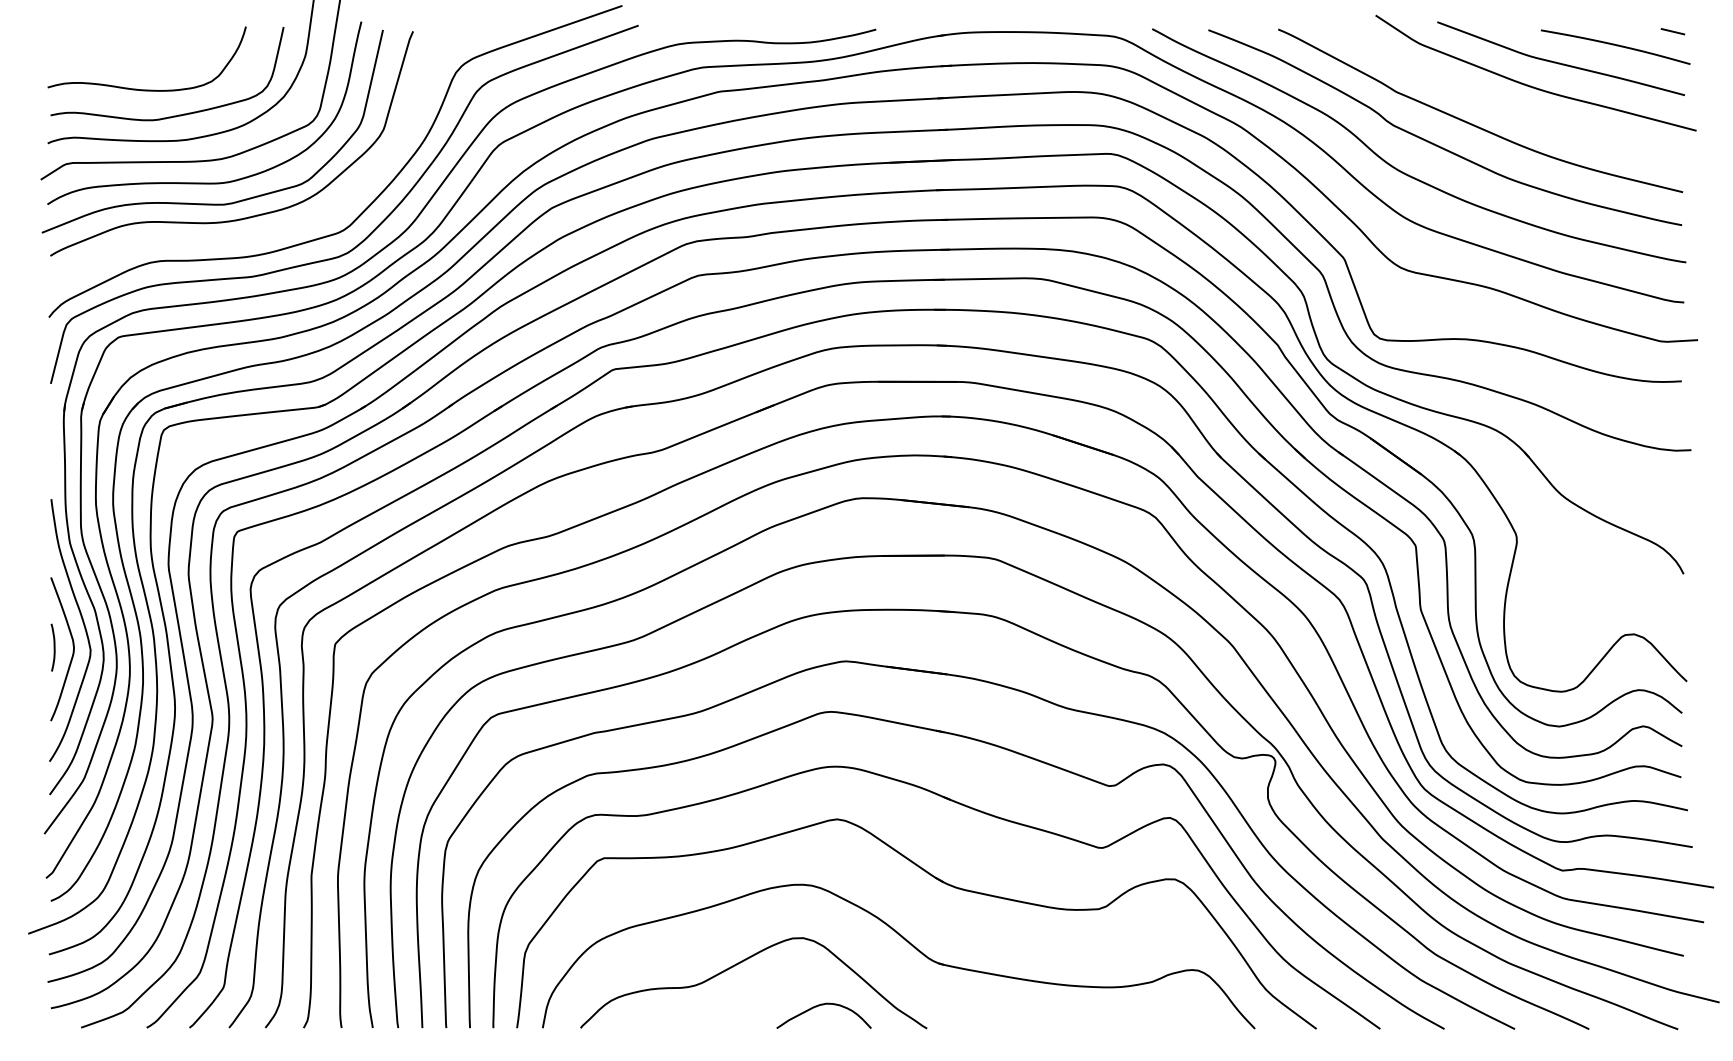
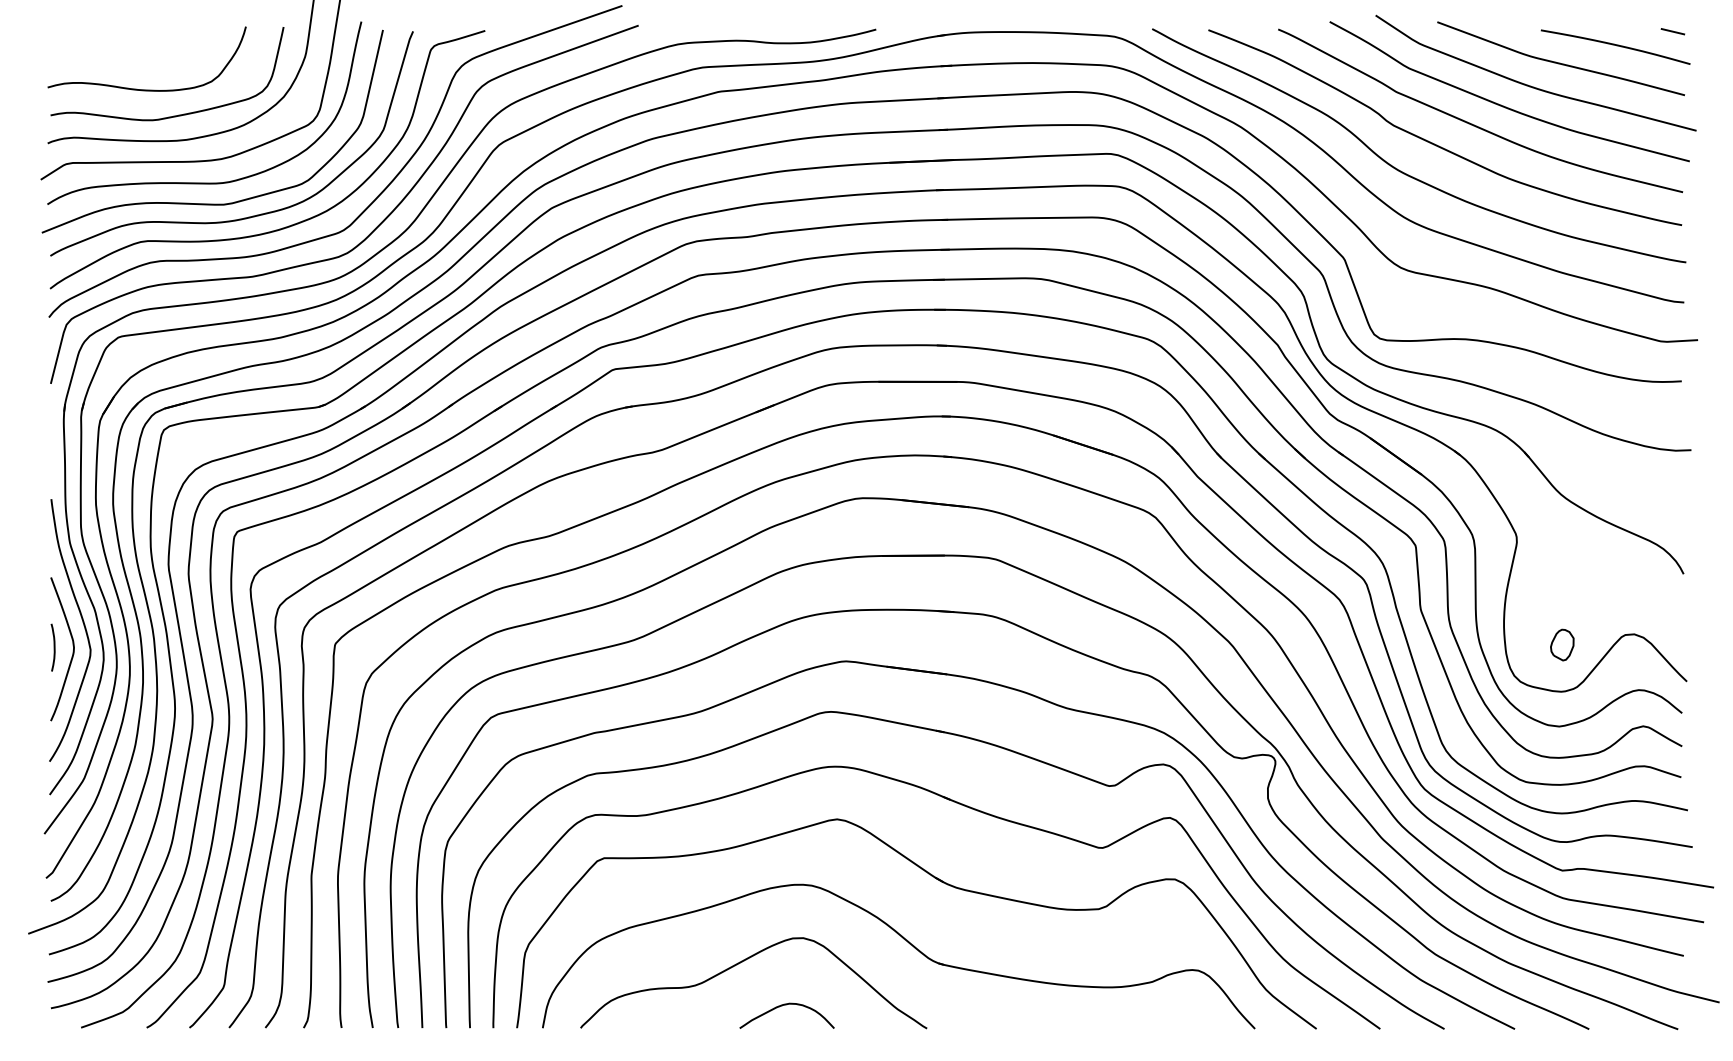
curve at (1503, 105): none -> present
curve at (288, 225): none -> present
part at (1562, 644): none -> present
curve at (819, 1006) position: (819, 1006) -> (782, 1006)
